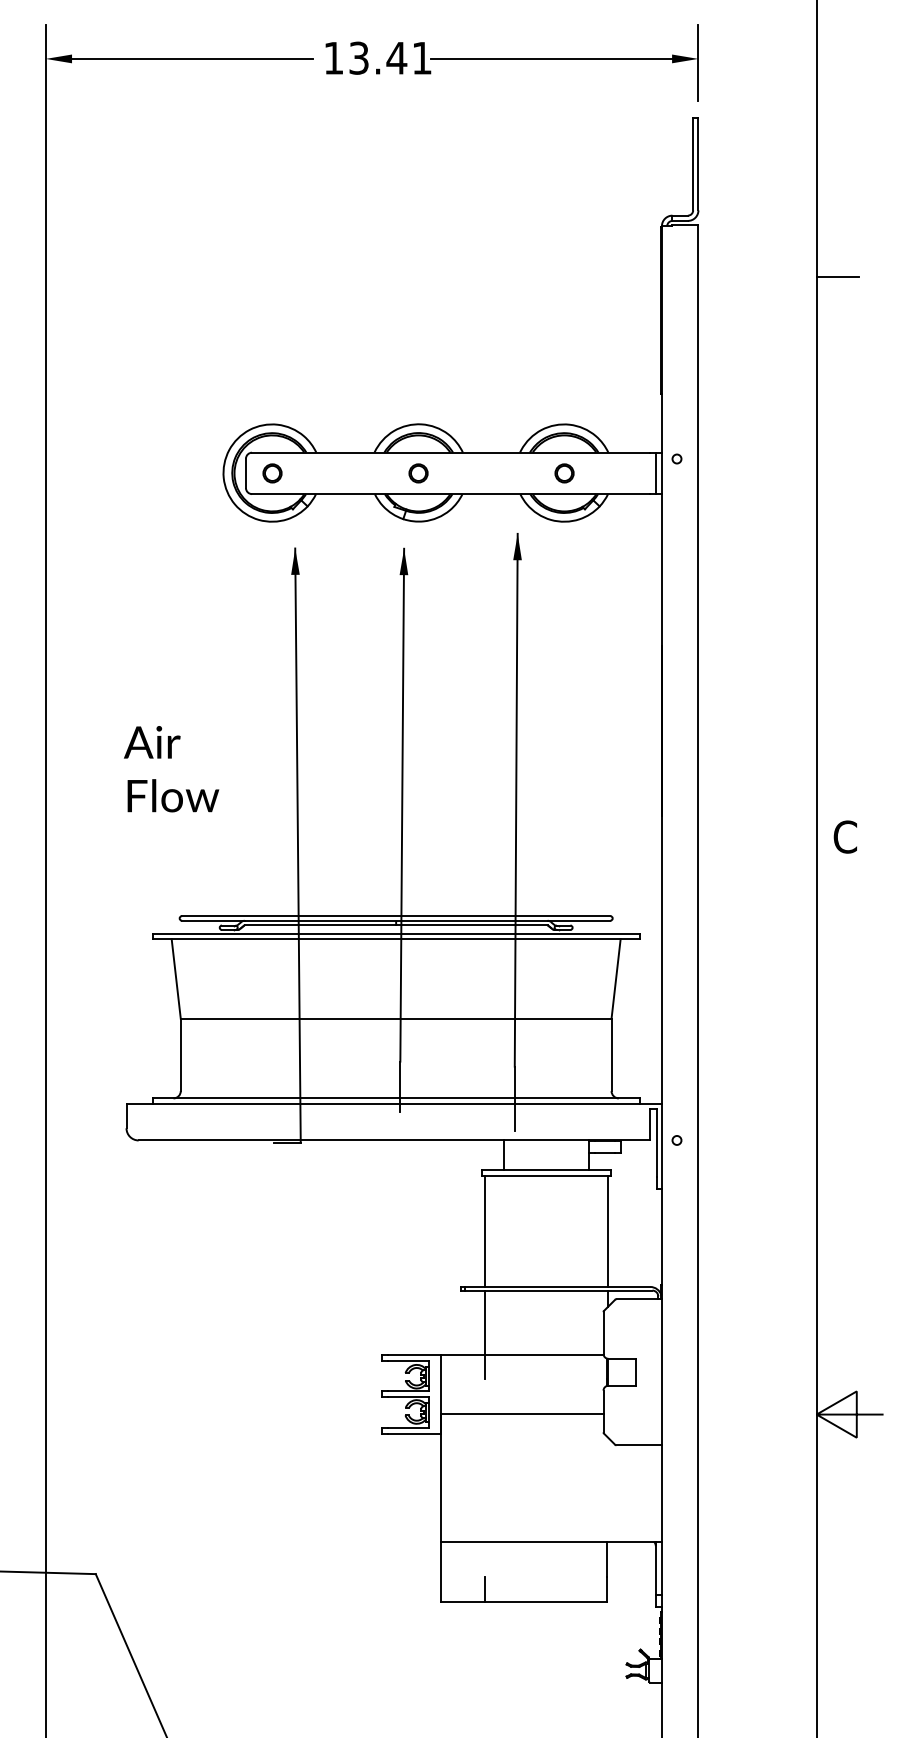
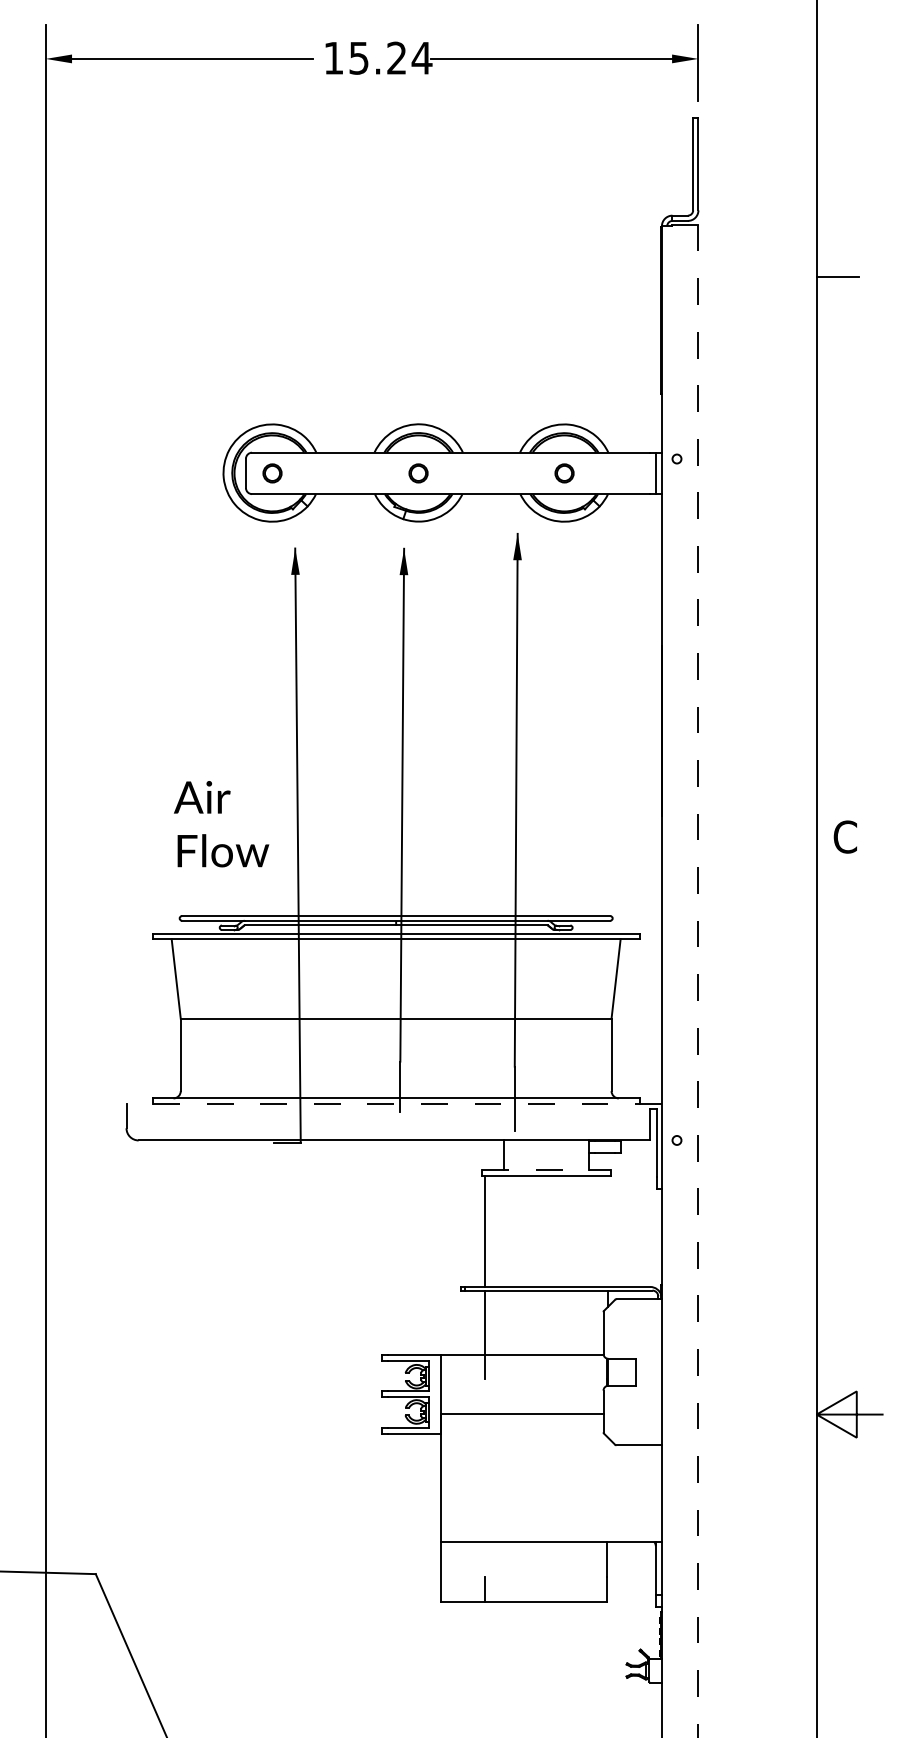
text at (391, 57): 13.41 -> 15.24
text at (171, 769) position: (171, 769) -> (221, 824)
line at (698, 981): solid -> dashed
line at (394, 1103): solid -> dashed
line at (547, 1170): solid -> dashed
line at (607, 1231): present -> none
